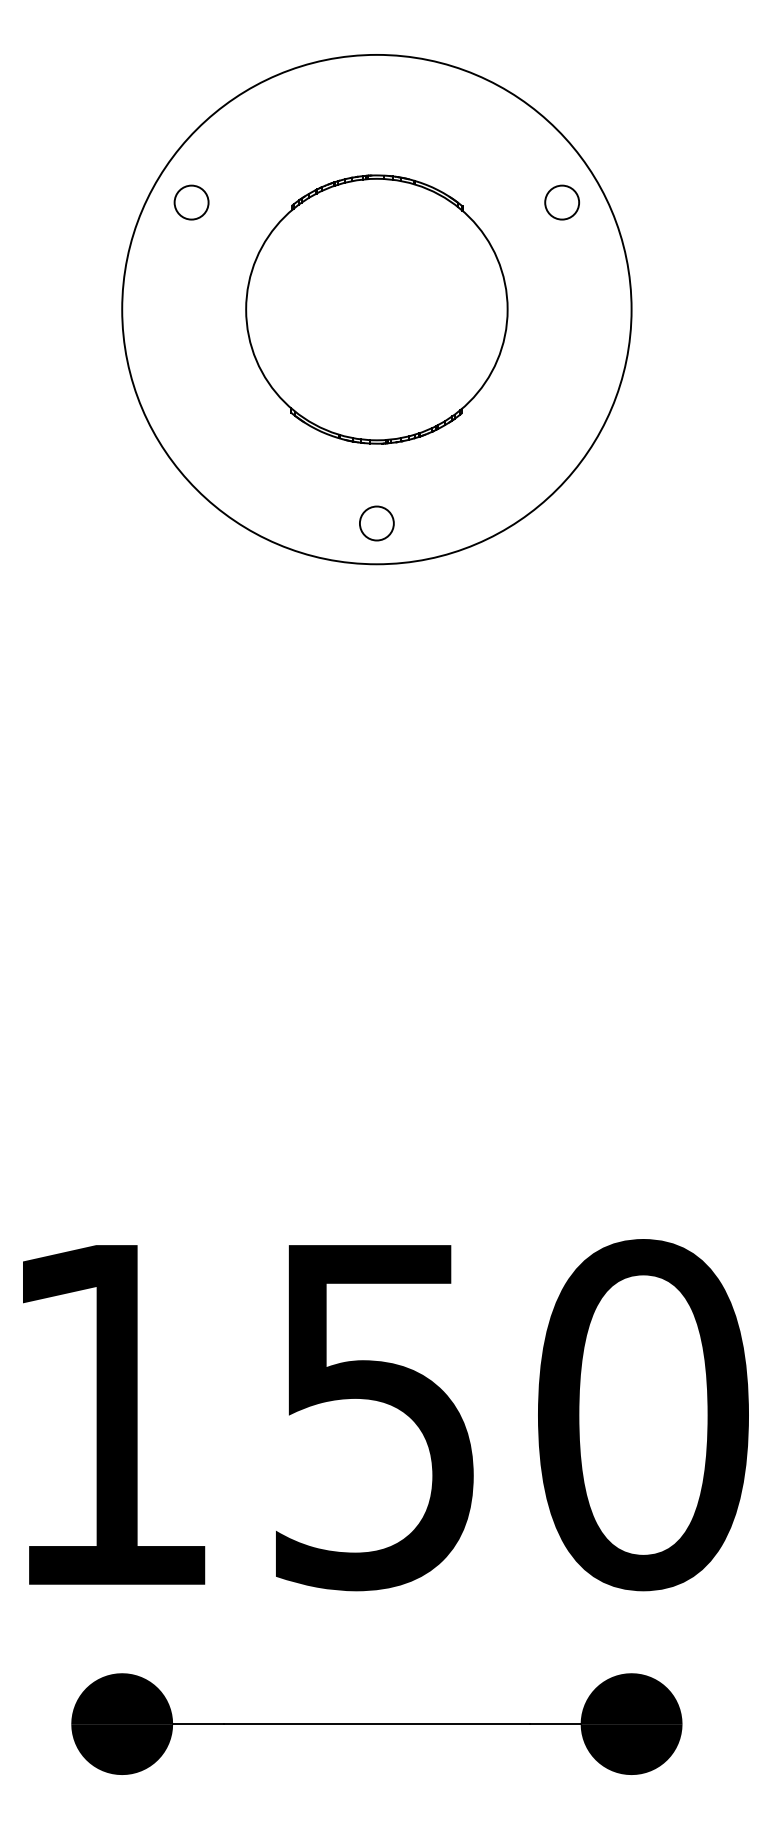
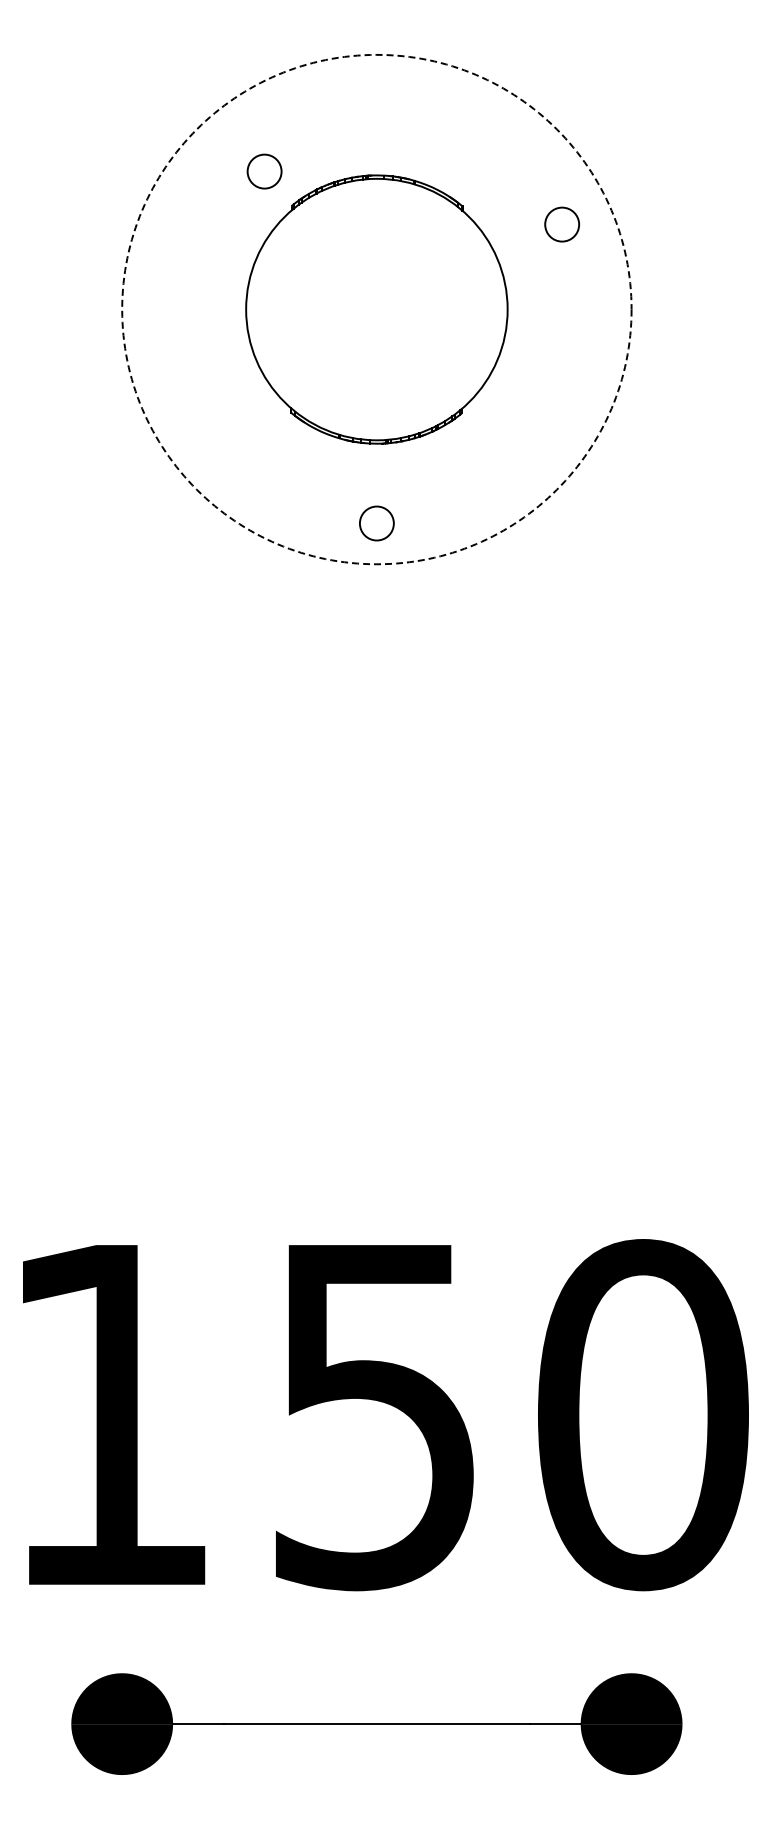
circle at (191, 202) position: (191, 202) -> (264, 171)
circle at (561, 202) position: (561, 202) -> (561, 224)
circle at (376, 309): solid -> dashed
